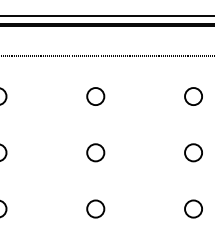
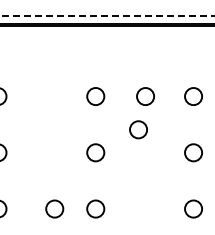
line at (107, 15): solid -> dashed
line at (106, 56): present -> none
circle at (145, 96): none -> present
circle at (138, 129): none -> present
circle at (54, 208): none -> present
